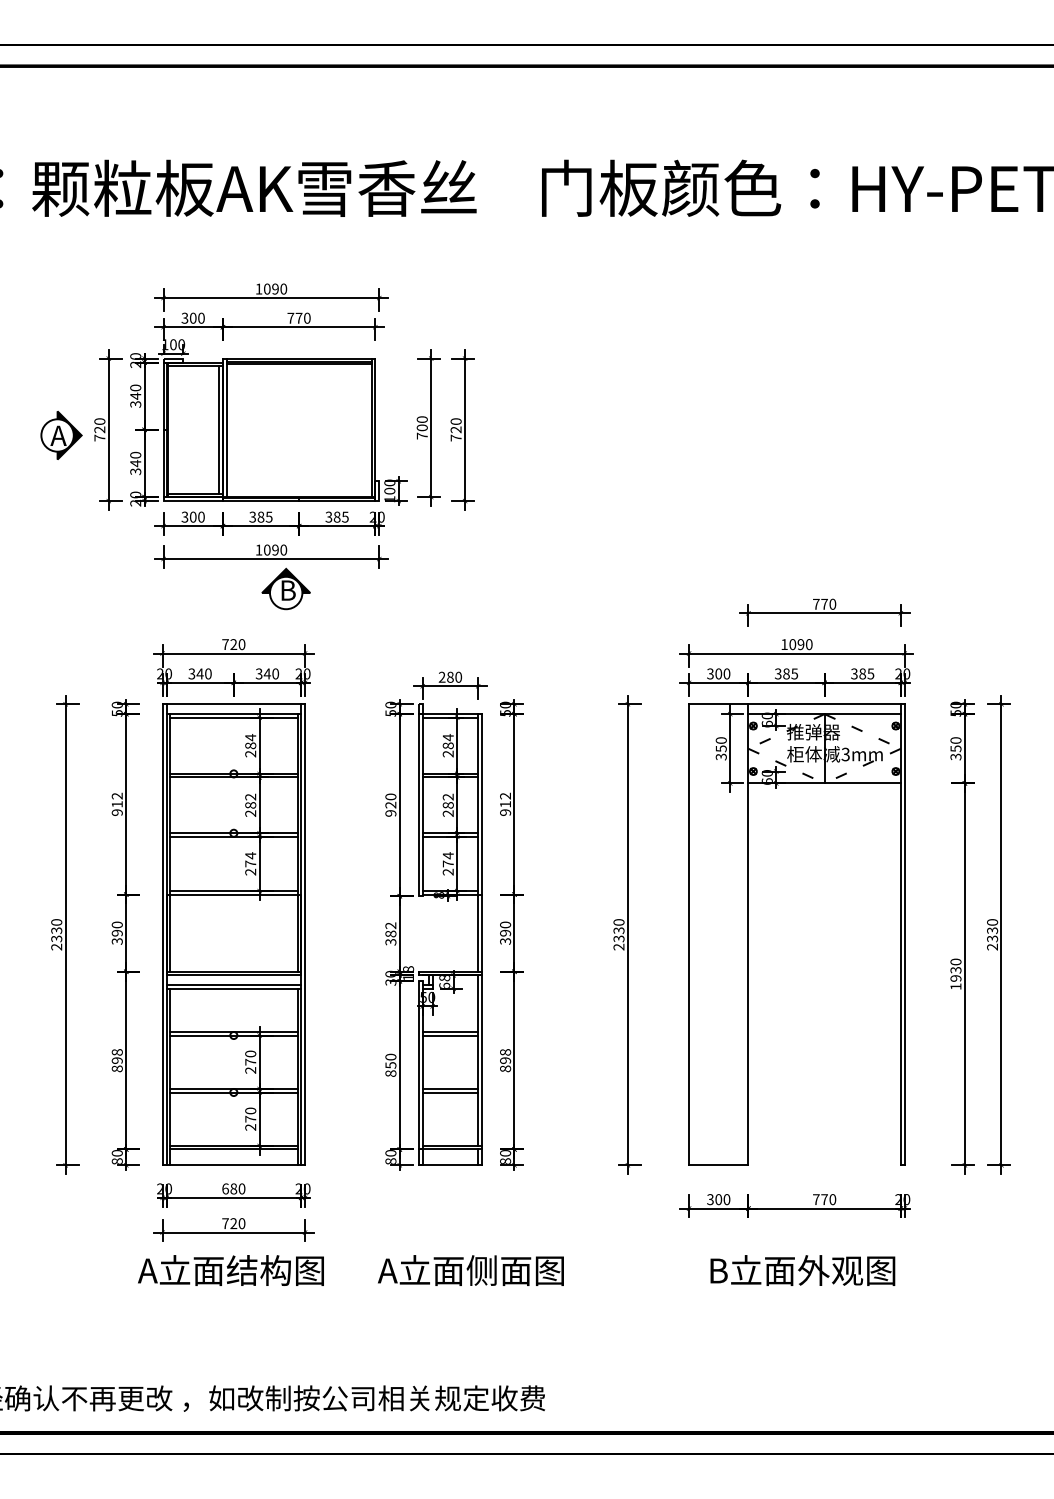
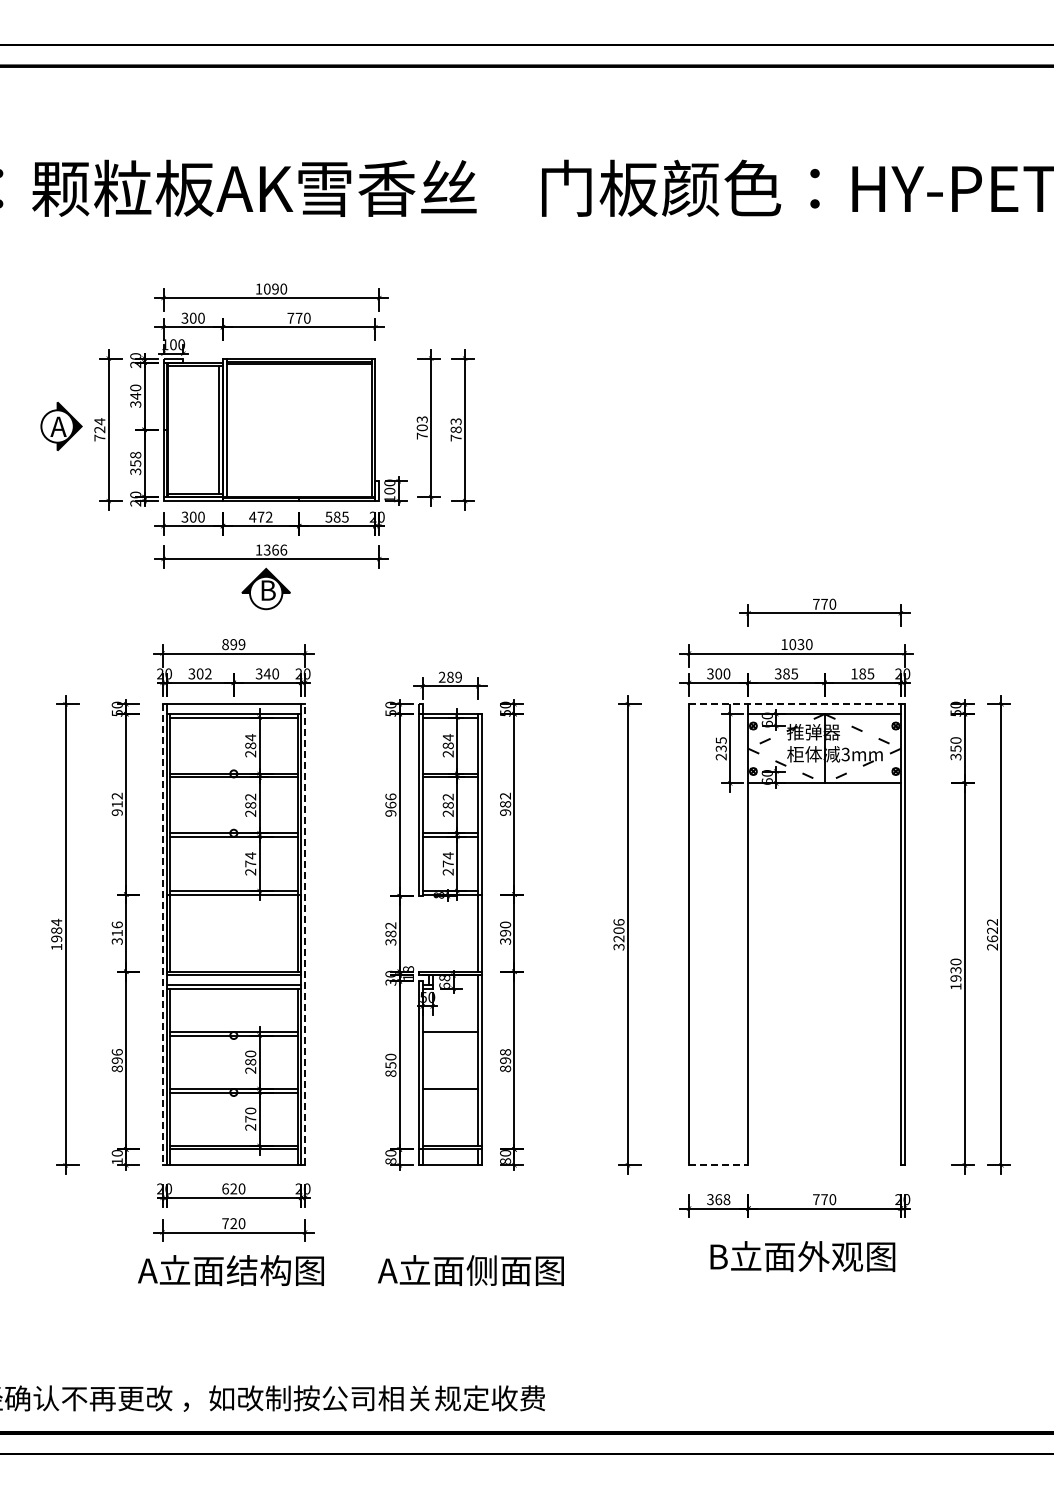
text at (422, 419): 700 -> 703
text at (99, 421): 720 -> 724
text at (455, 425): 720 -> 783
part at (61, 435) position: (61, 435) -> (61, 426)
text at (135, 459): 340 -> 358
text at (260, 516): 385 -> 472
text at (329, 516): 385 -> 585
text at (275, 549): 1090 -> 1366
part at (285, 588) position: (285, 588) -> (265, 588)
text at (233, 644): 720 -> 899
text at (800, 644): 1090 -> 1030
text at (203, 673): 340 -> 302
text at (854, 673): 385 -> 185
text at (458, 677): 280 -> 289
line at (796, 704): solid -> dashed
text at (720, 748): 350 -> 235
text at (390, 800): 920 -> 966
text at (505, 804): 912 -> 982
text at (116, 928): 390 -> 316
text at (992, 930): 2330 -> 2622
text at (56, 934): 2330 -> 1984
line at (162, 934): solid -> dashed
line at (305, 934): solid -> dashed
text at (618, 934): 2330 -> 3206
line at (450, 1035): present -> none
text at (116, 1052): 898 -> 896
text at (250, 1061): 270 -> 280
line at (450, 1092): present -> none
text at (116, 1161): 80 -> 10
line at (718, 1165): solid -> dashed
text at (233, 1188): 680 -> 620
text at (722, 1199): 300 -> 368
text at (802, 1270) position: (802, 1270) -> (802, 1256)
